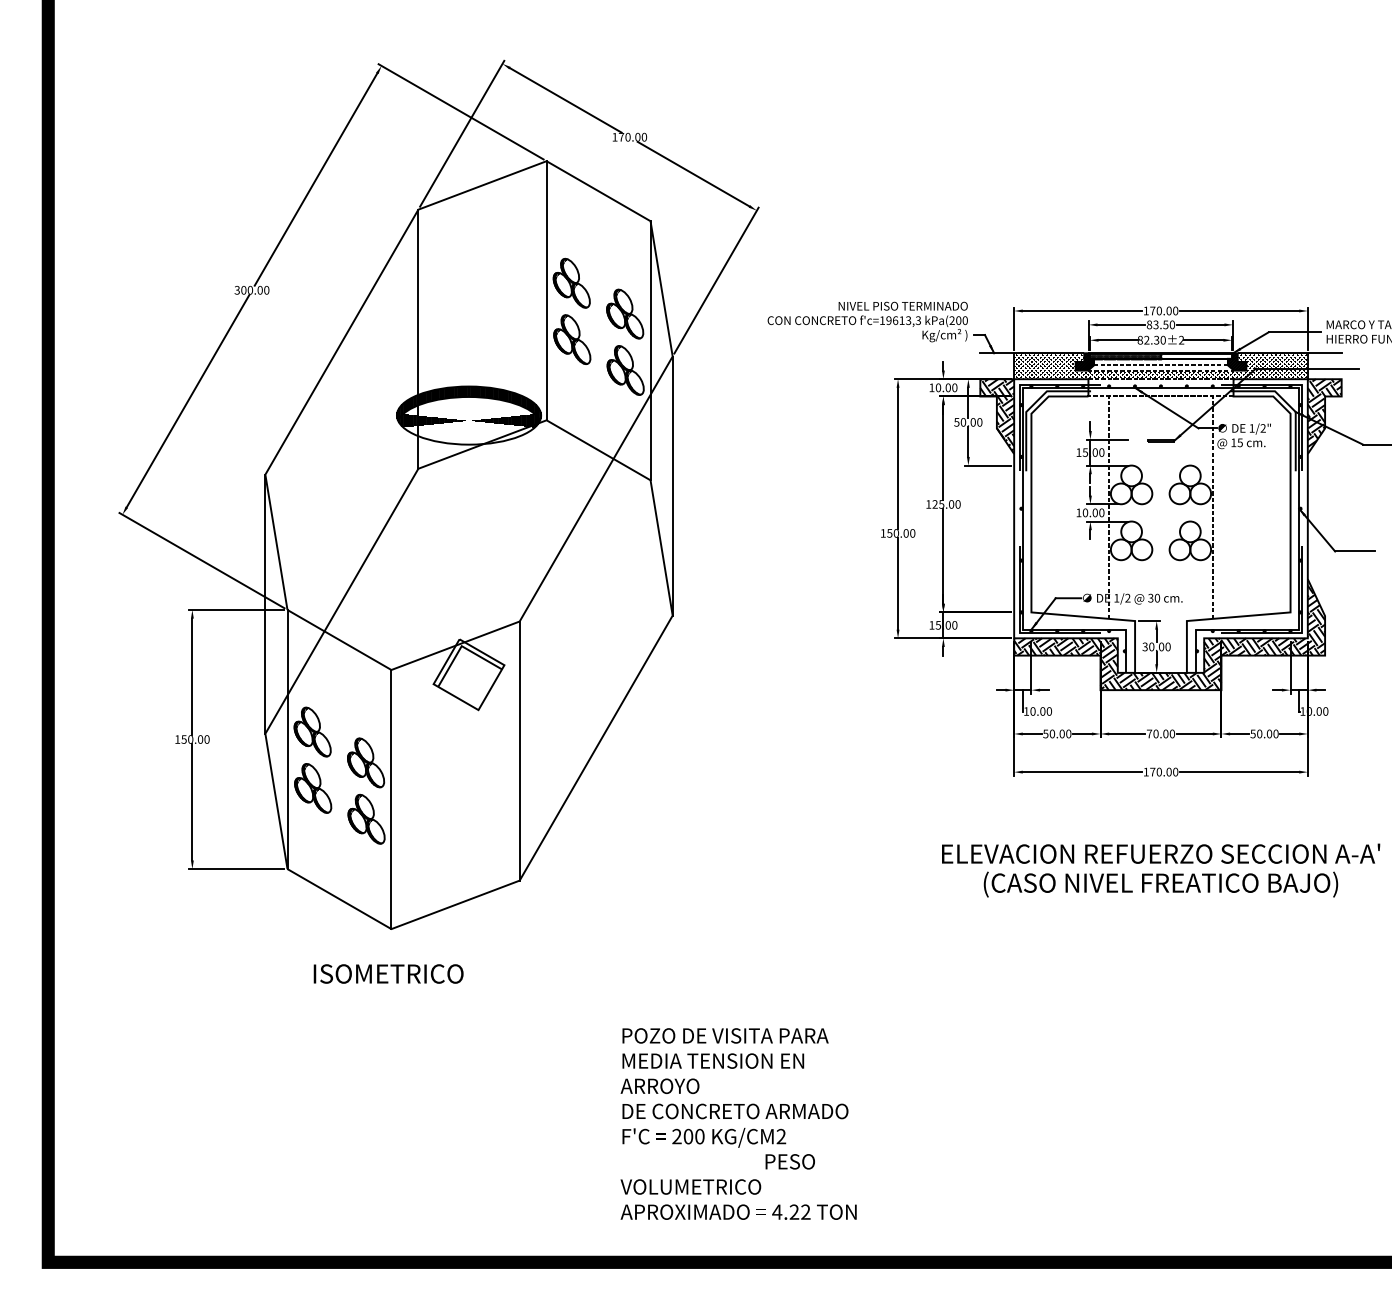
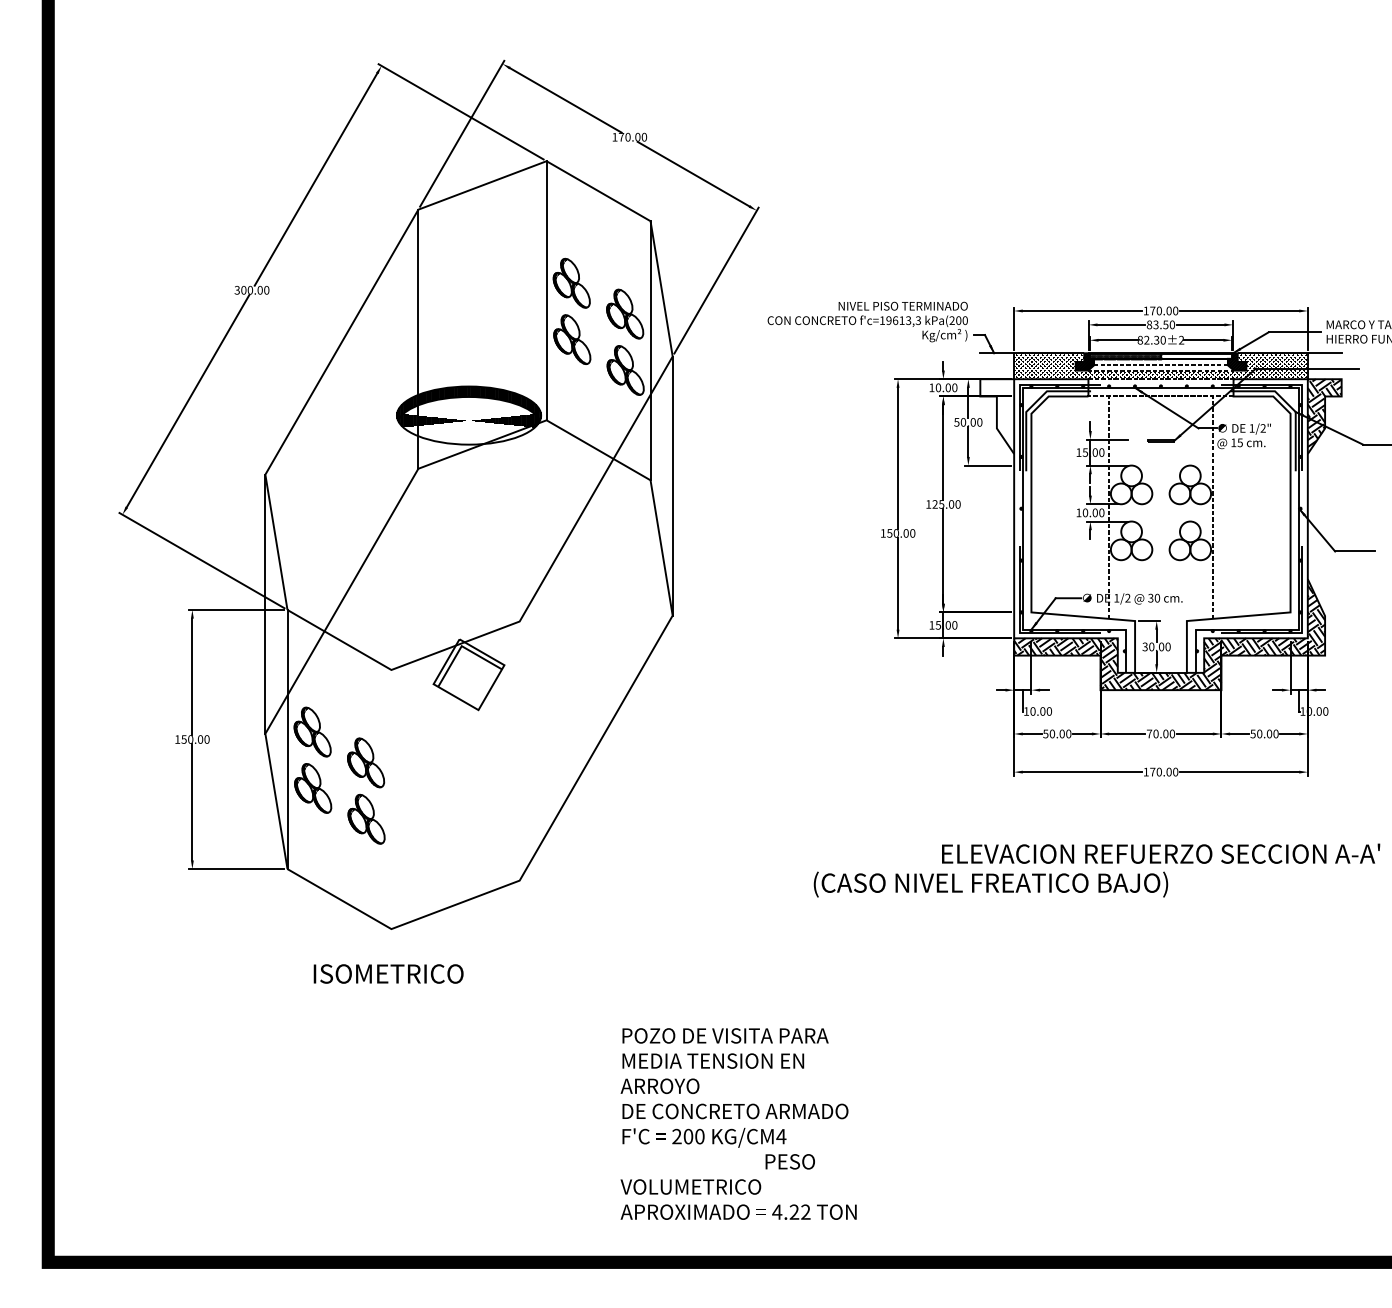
hatch at (997, 415): present -> none
line at (519, 750): present -> none
line at (391, 799): present -> none
text at (1160, 884) position: (1160, 884) -> (990, 884)
text at (781, 1136): KG/CM2 -> KG/CM4
